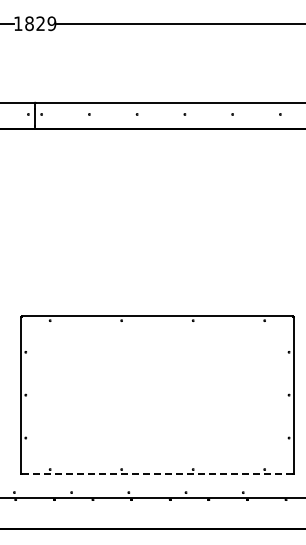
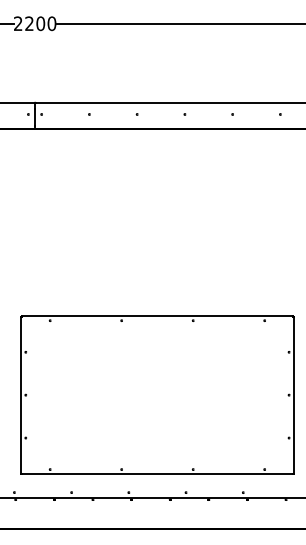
text at (35, 23): 1829 -> 2200
line at (157, 473): dashed -> solid
